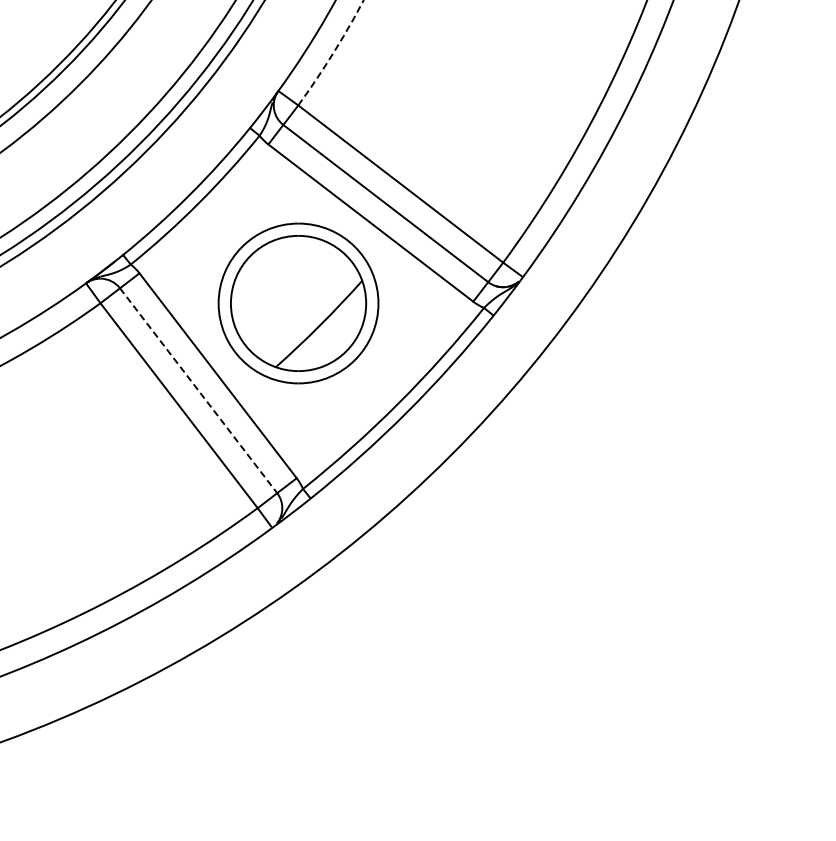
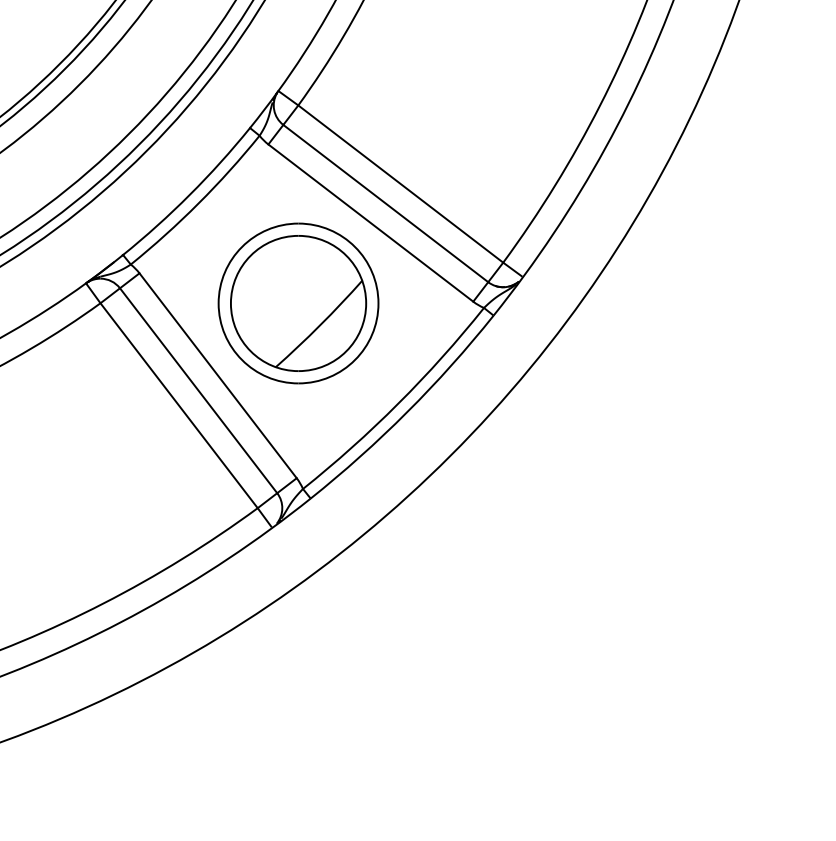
arc at (332, 53): dashed -> solid
line at (198, 391): dashed -> solid
